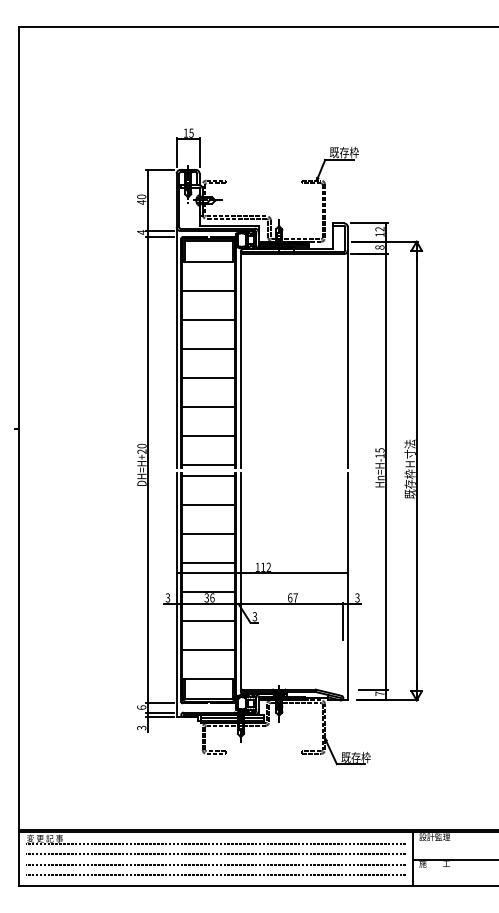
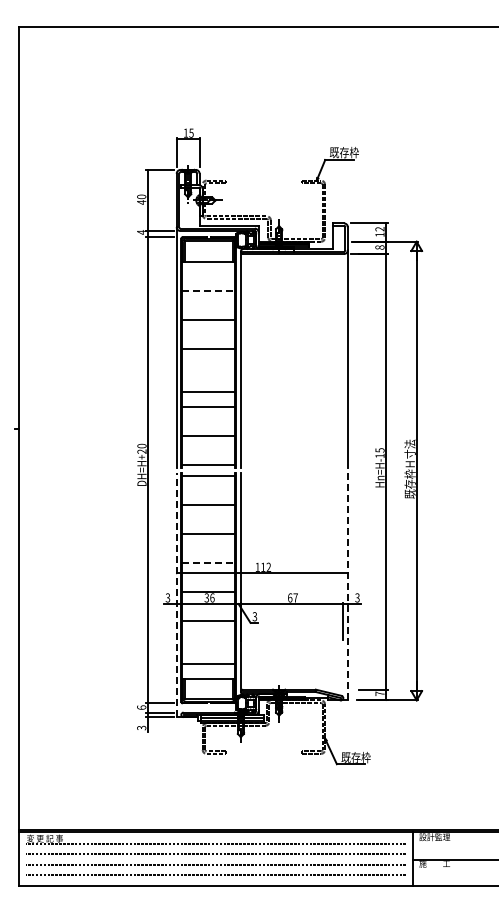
line at (209, 290): solid -> dashed
line at (208, 377) position: (208, 377) -> (208, 391)
line at (208, 562): solid -> dashed
line at (347, 586): solid -> dashed
line at (176, 594): solid -> dashed
line at (208, 649) position: (208, 649) -> (208, 663)
